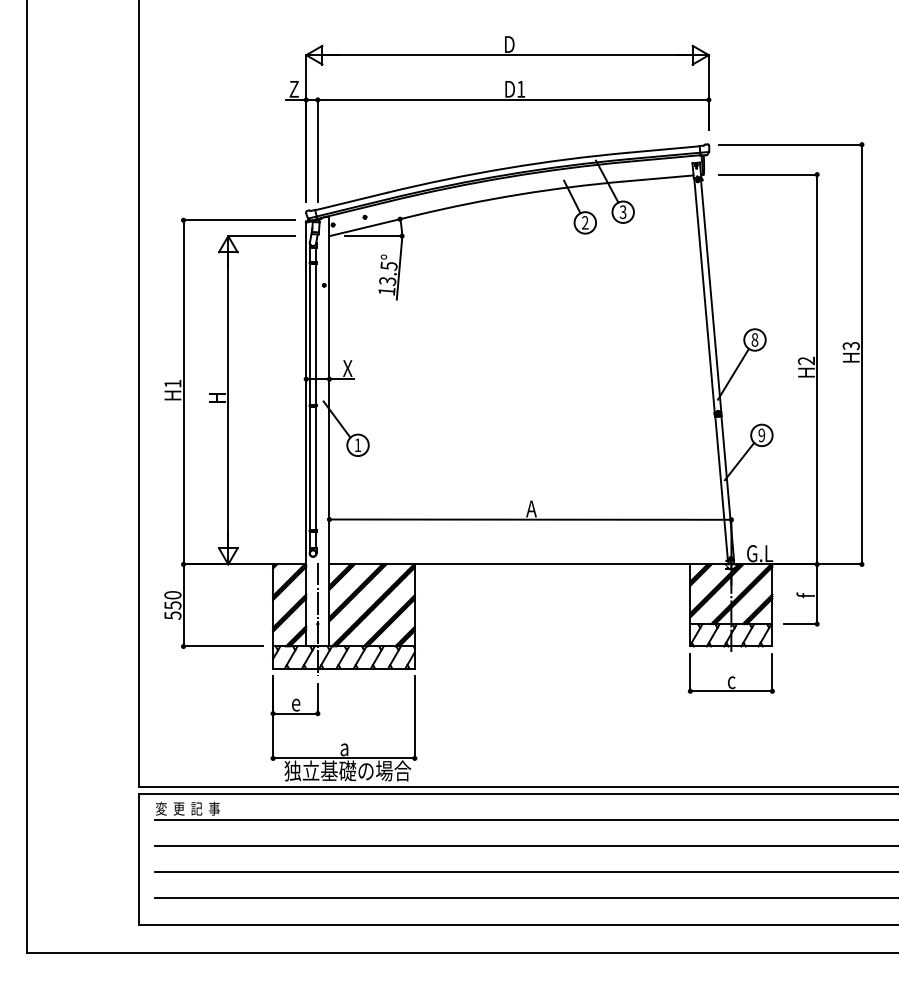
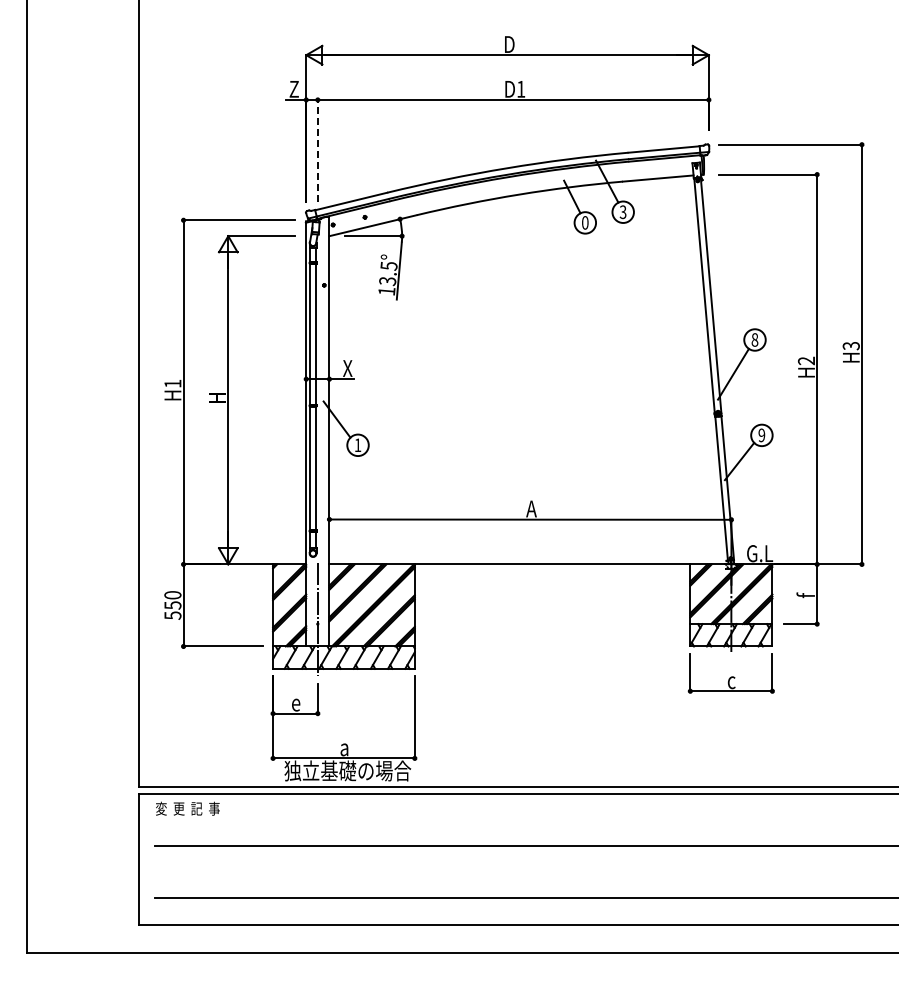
line at (317, 150): solid -> dashed
text at (585, 222): 2 -> 0
line at (524, 820): present -> none
line at (524, 872): present -> none
